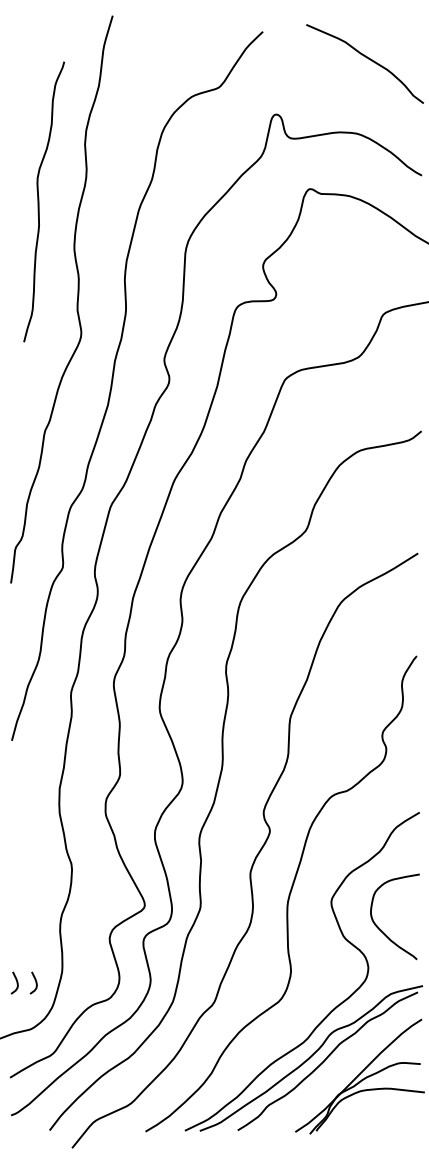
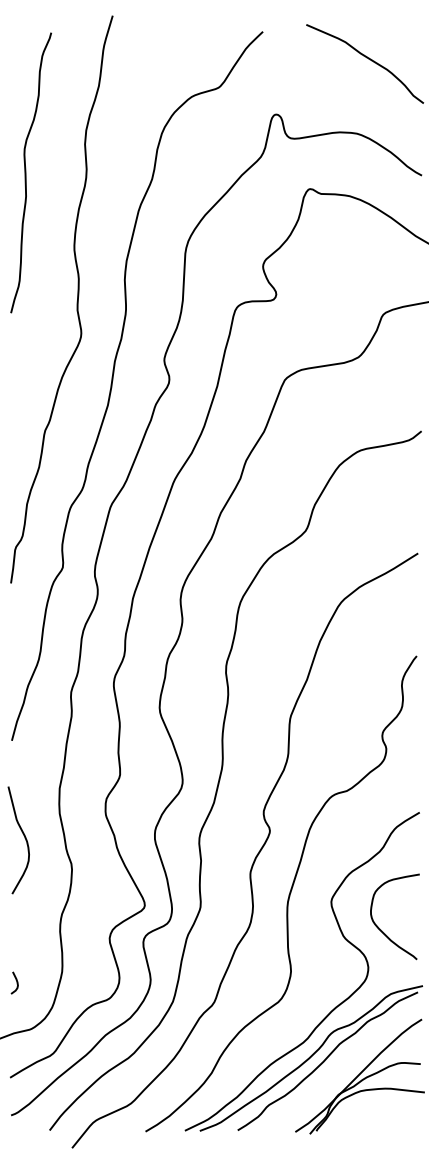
curve at (39, 201) position: (39, 201) -> (26, 172)
curve at (24, 838): none -> present
curve at (35, 982): present -> none
